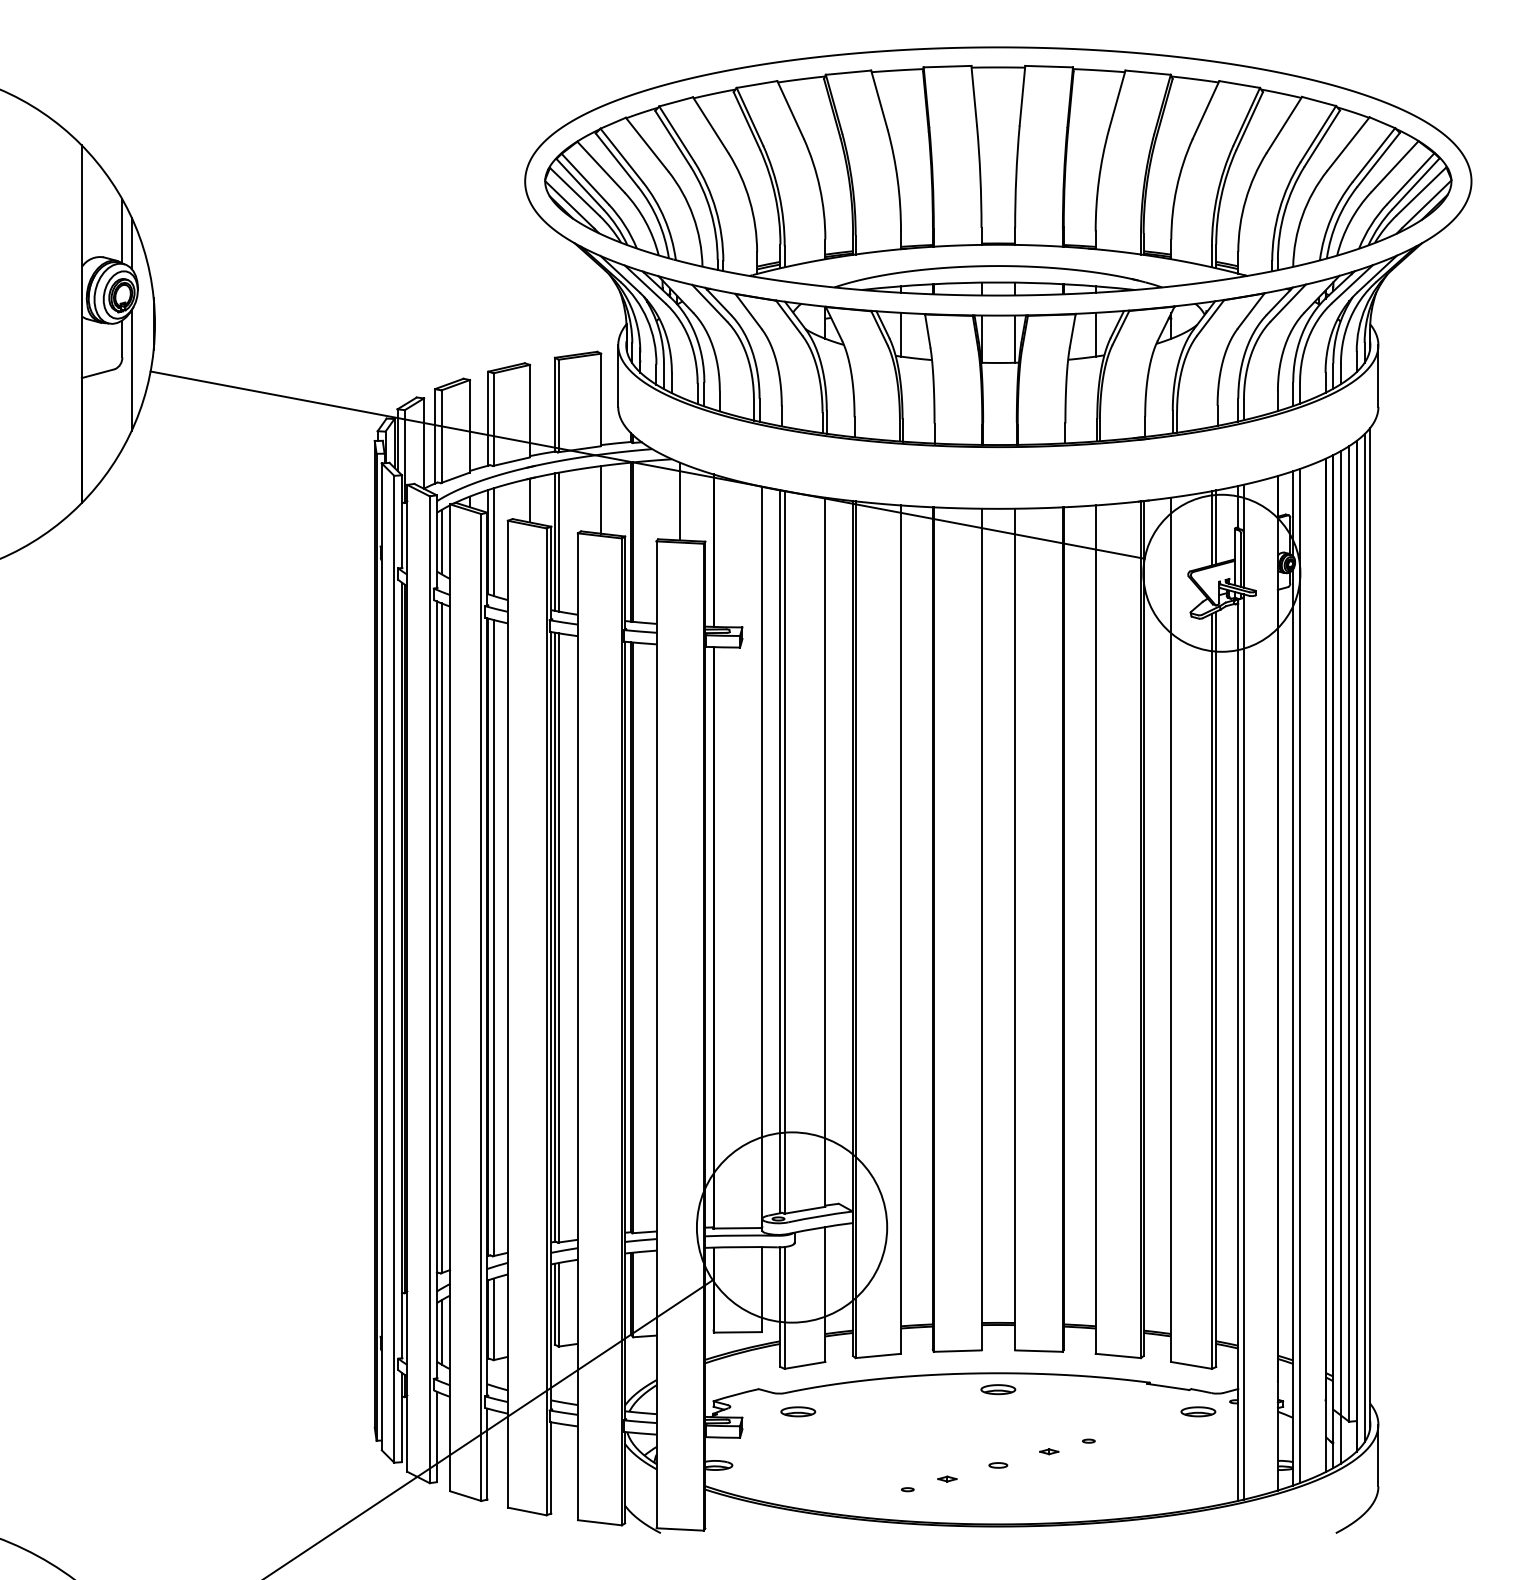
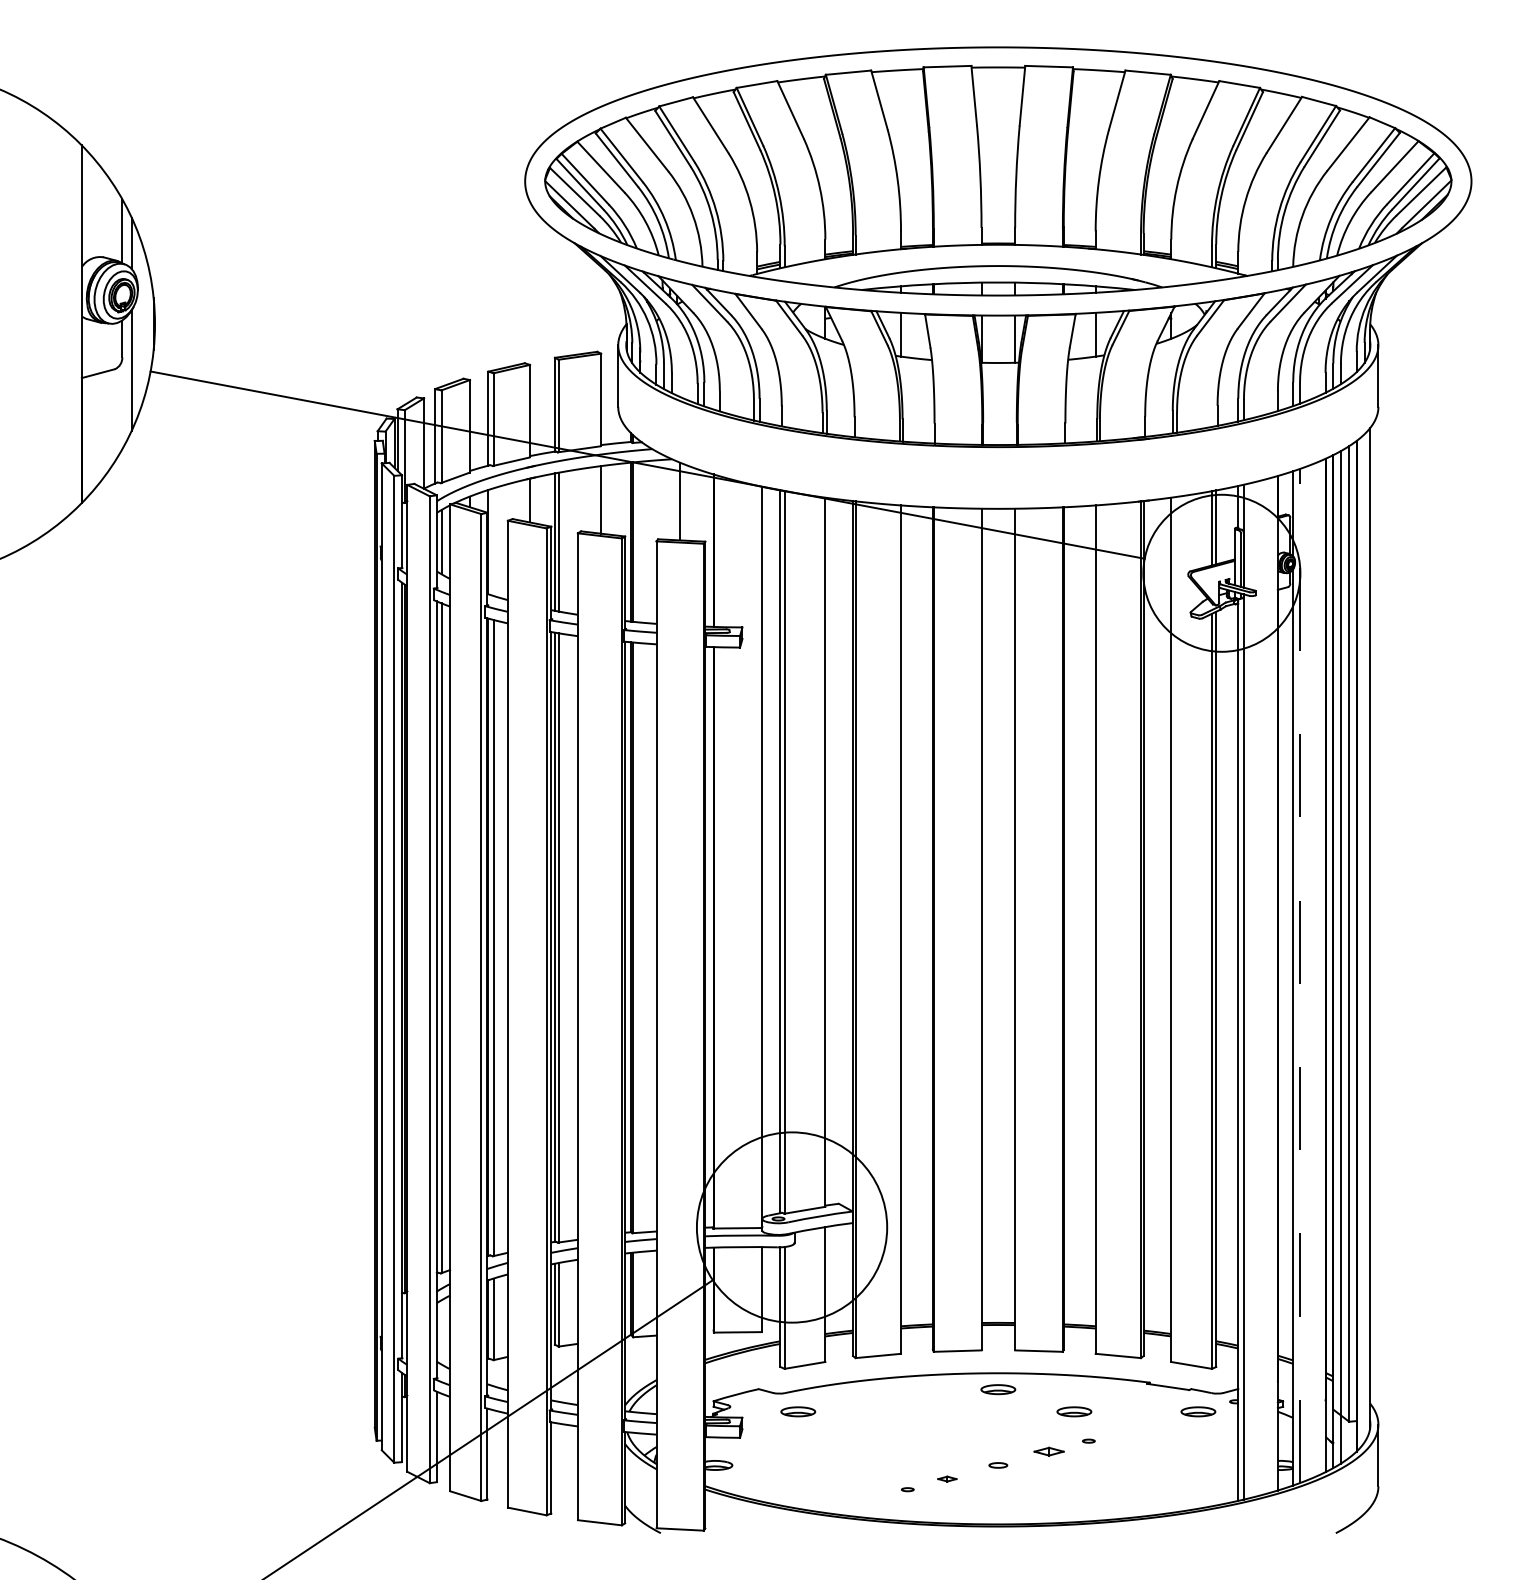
line at (493, 541): present -> none
line at (1364, 938): present -> none
line at (1299, 975): solid -> dashed
line at (441, 1332): present -> none
part at (1074, 1411): none -> present
part at (1049, 1451) size: 21x8 px -> 32x11 px
